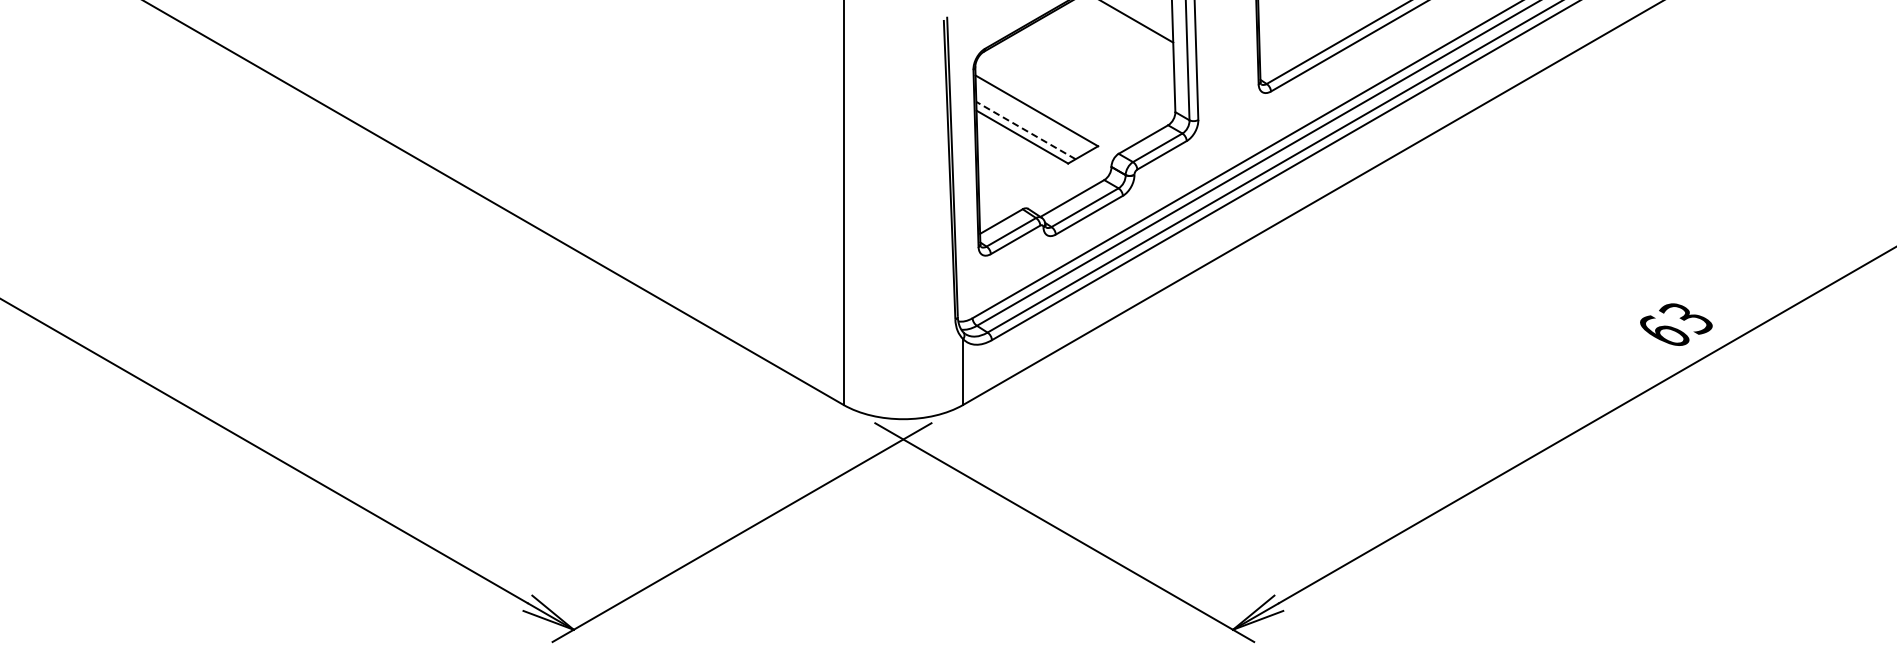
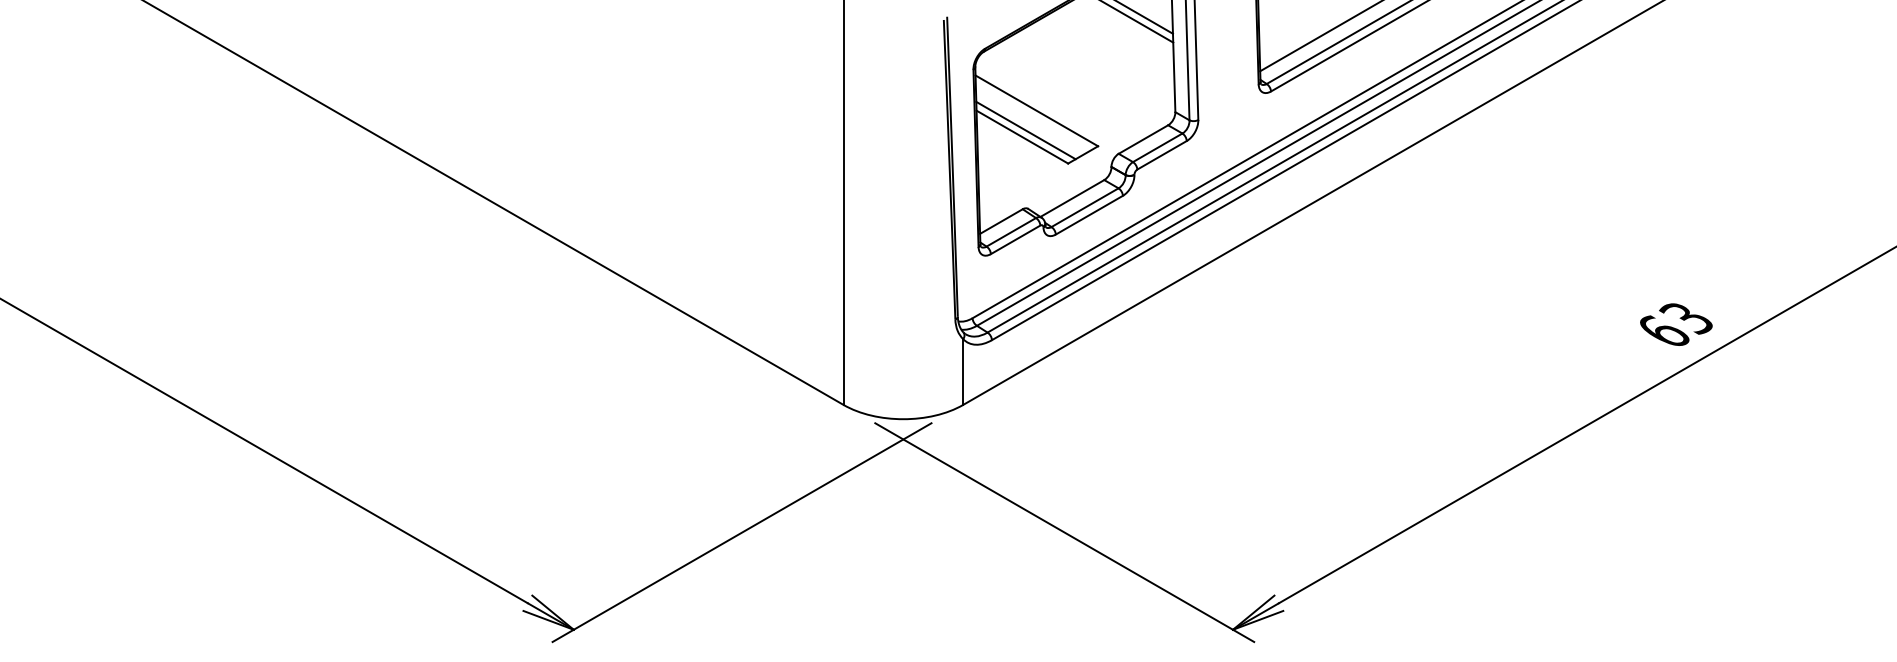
line at (1145, 17): none -> present
line at (1320, 36): none -> present
line at (1025, 130): dashed -> solid
